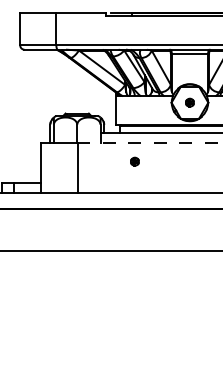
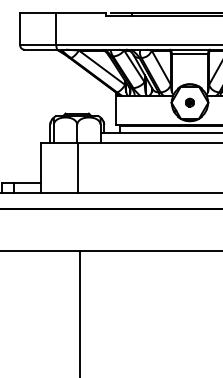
line at (150, 142): dashed -> solid
part at (134, 161): present -> none
line at (79, 312): none -> present
